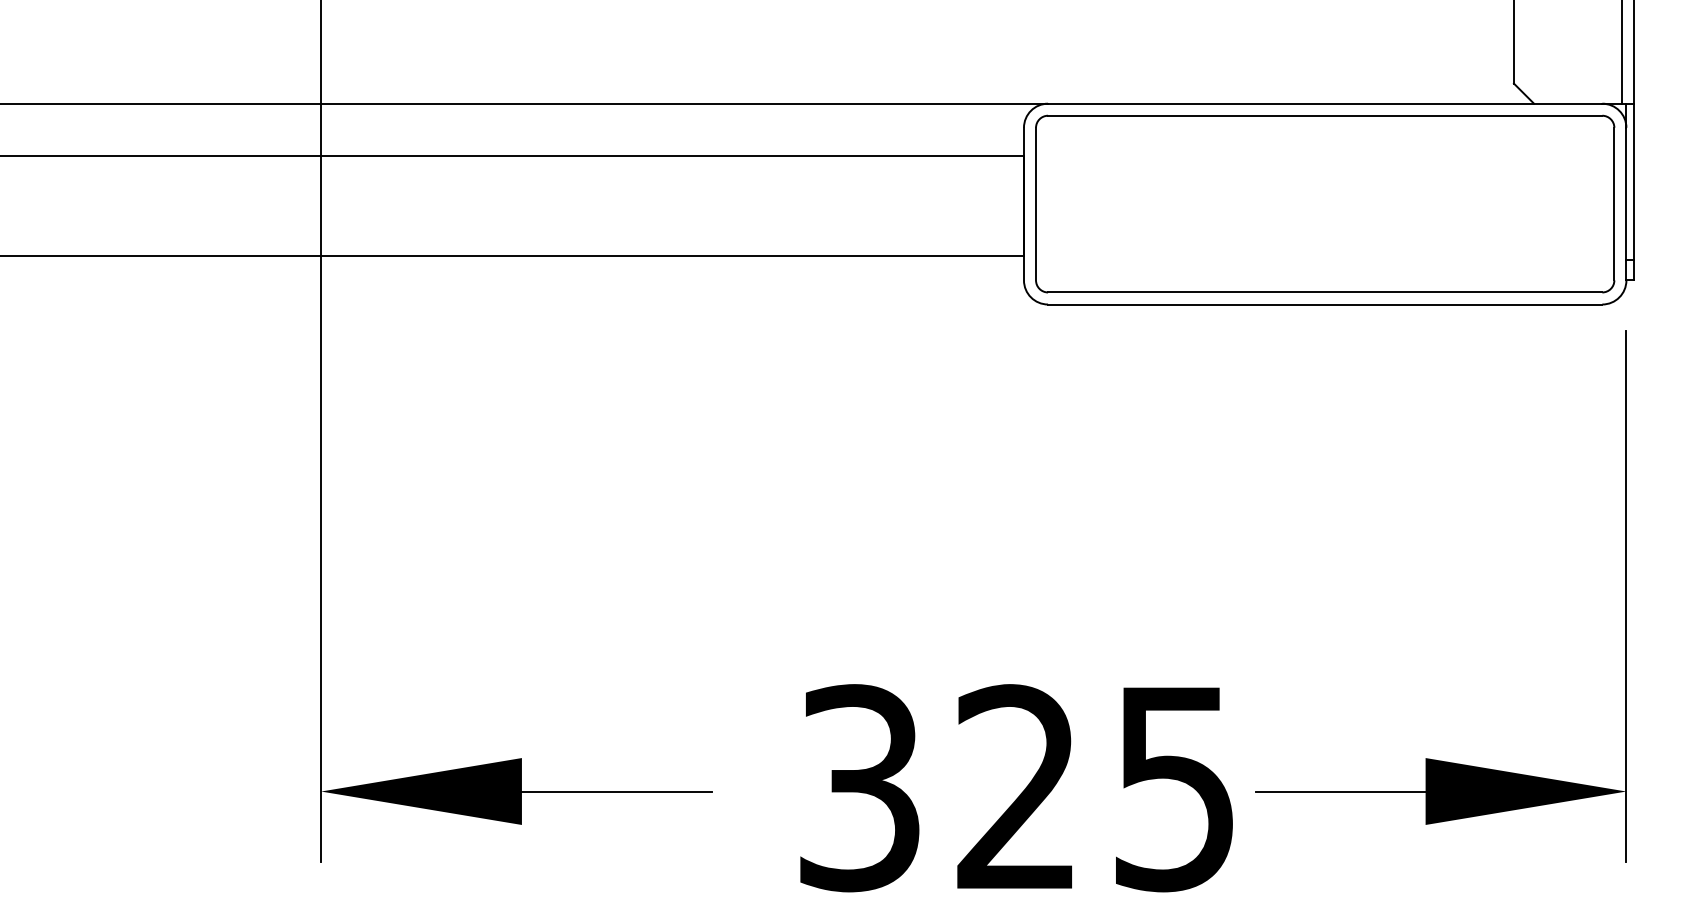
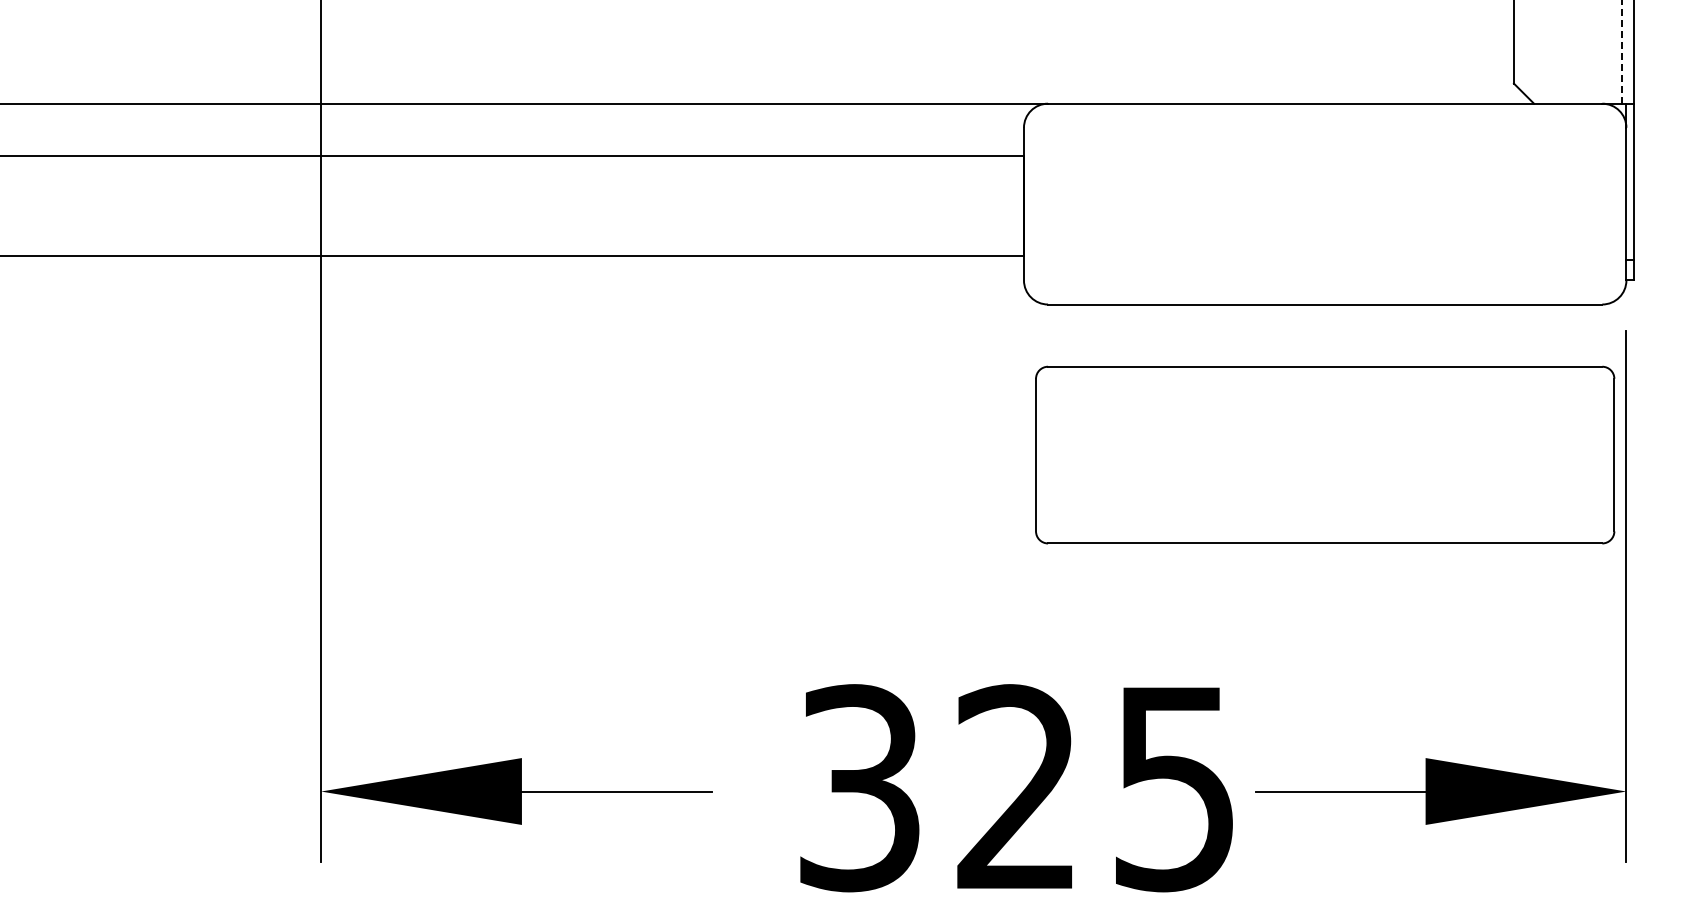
line at (1622, 51): solid -> dashed
part at (1325, 203) position: (1325, 203) -> (1325, 454)
